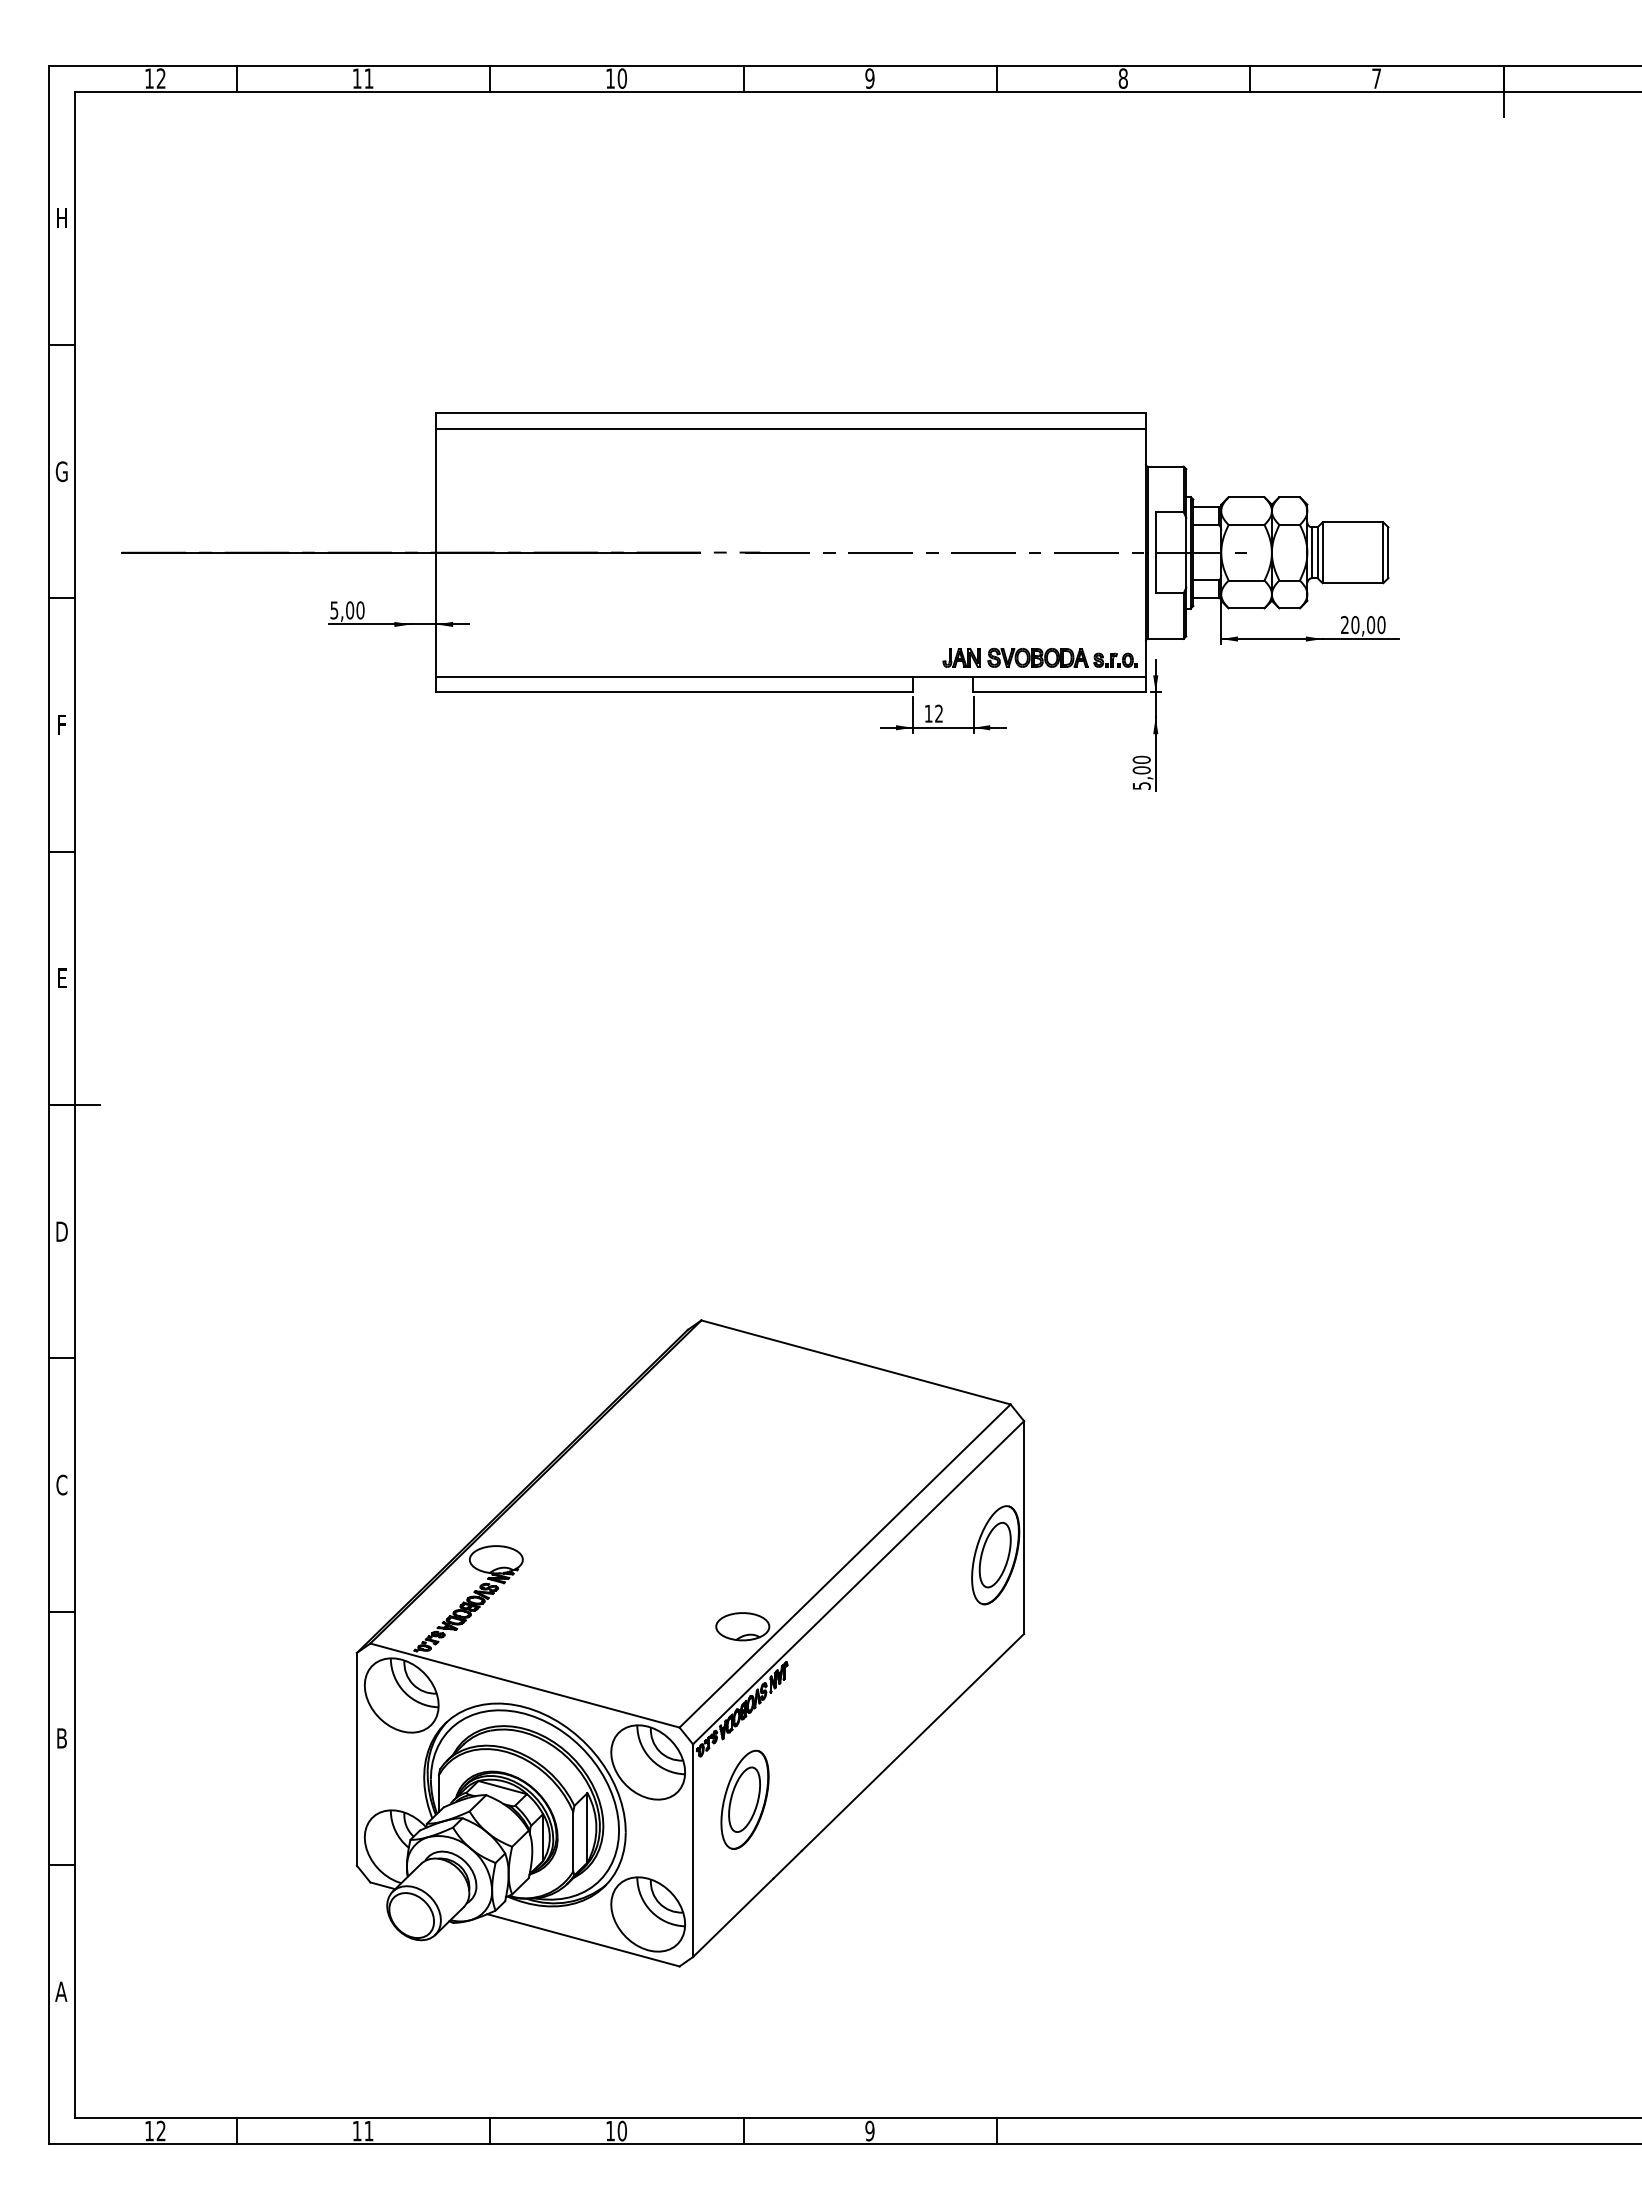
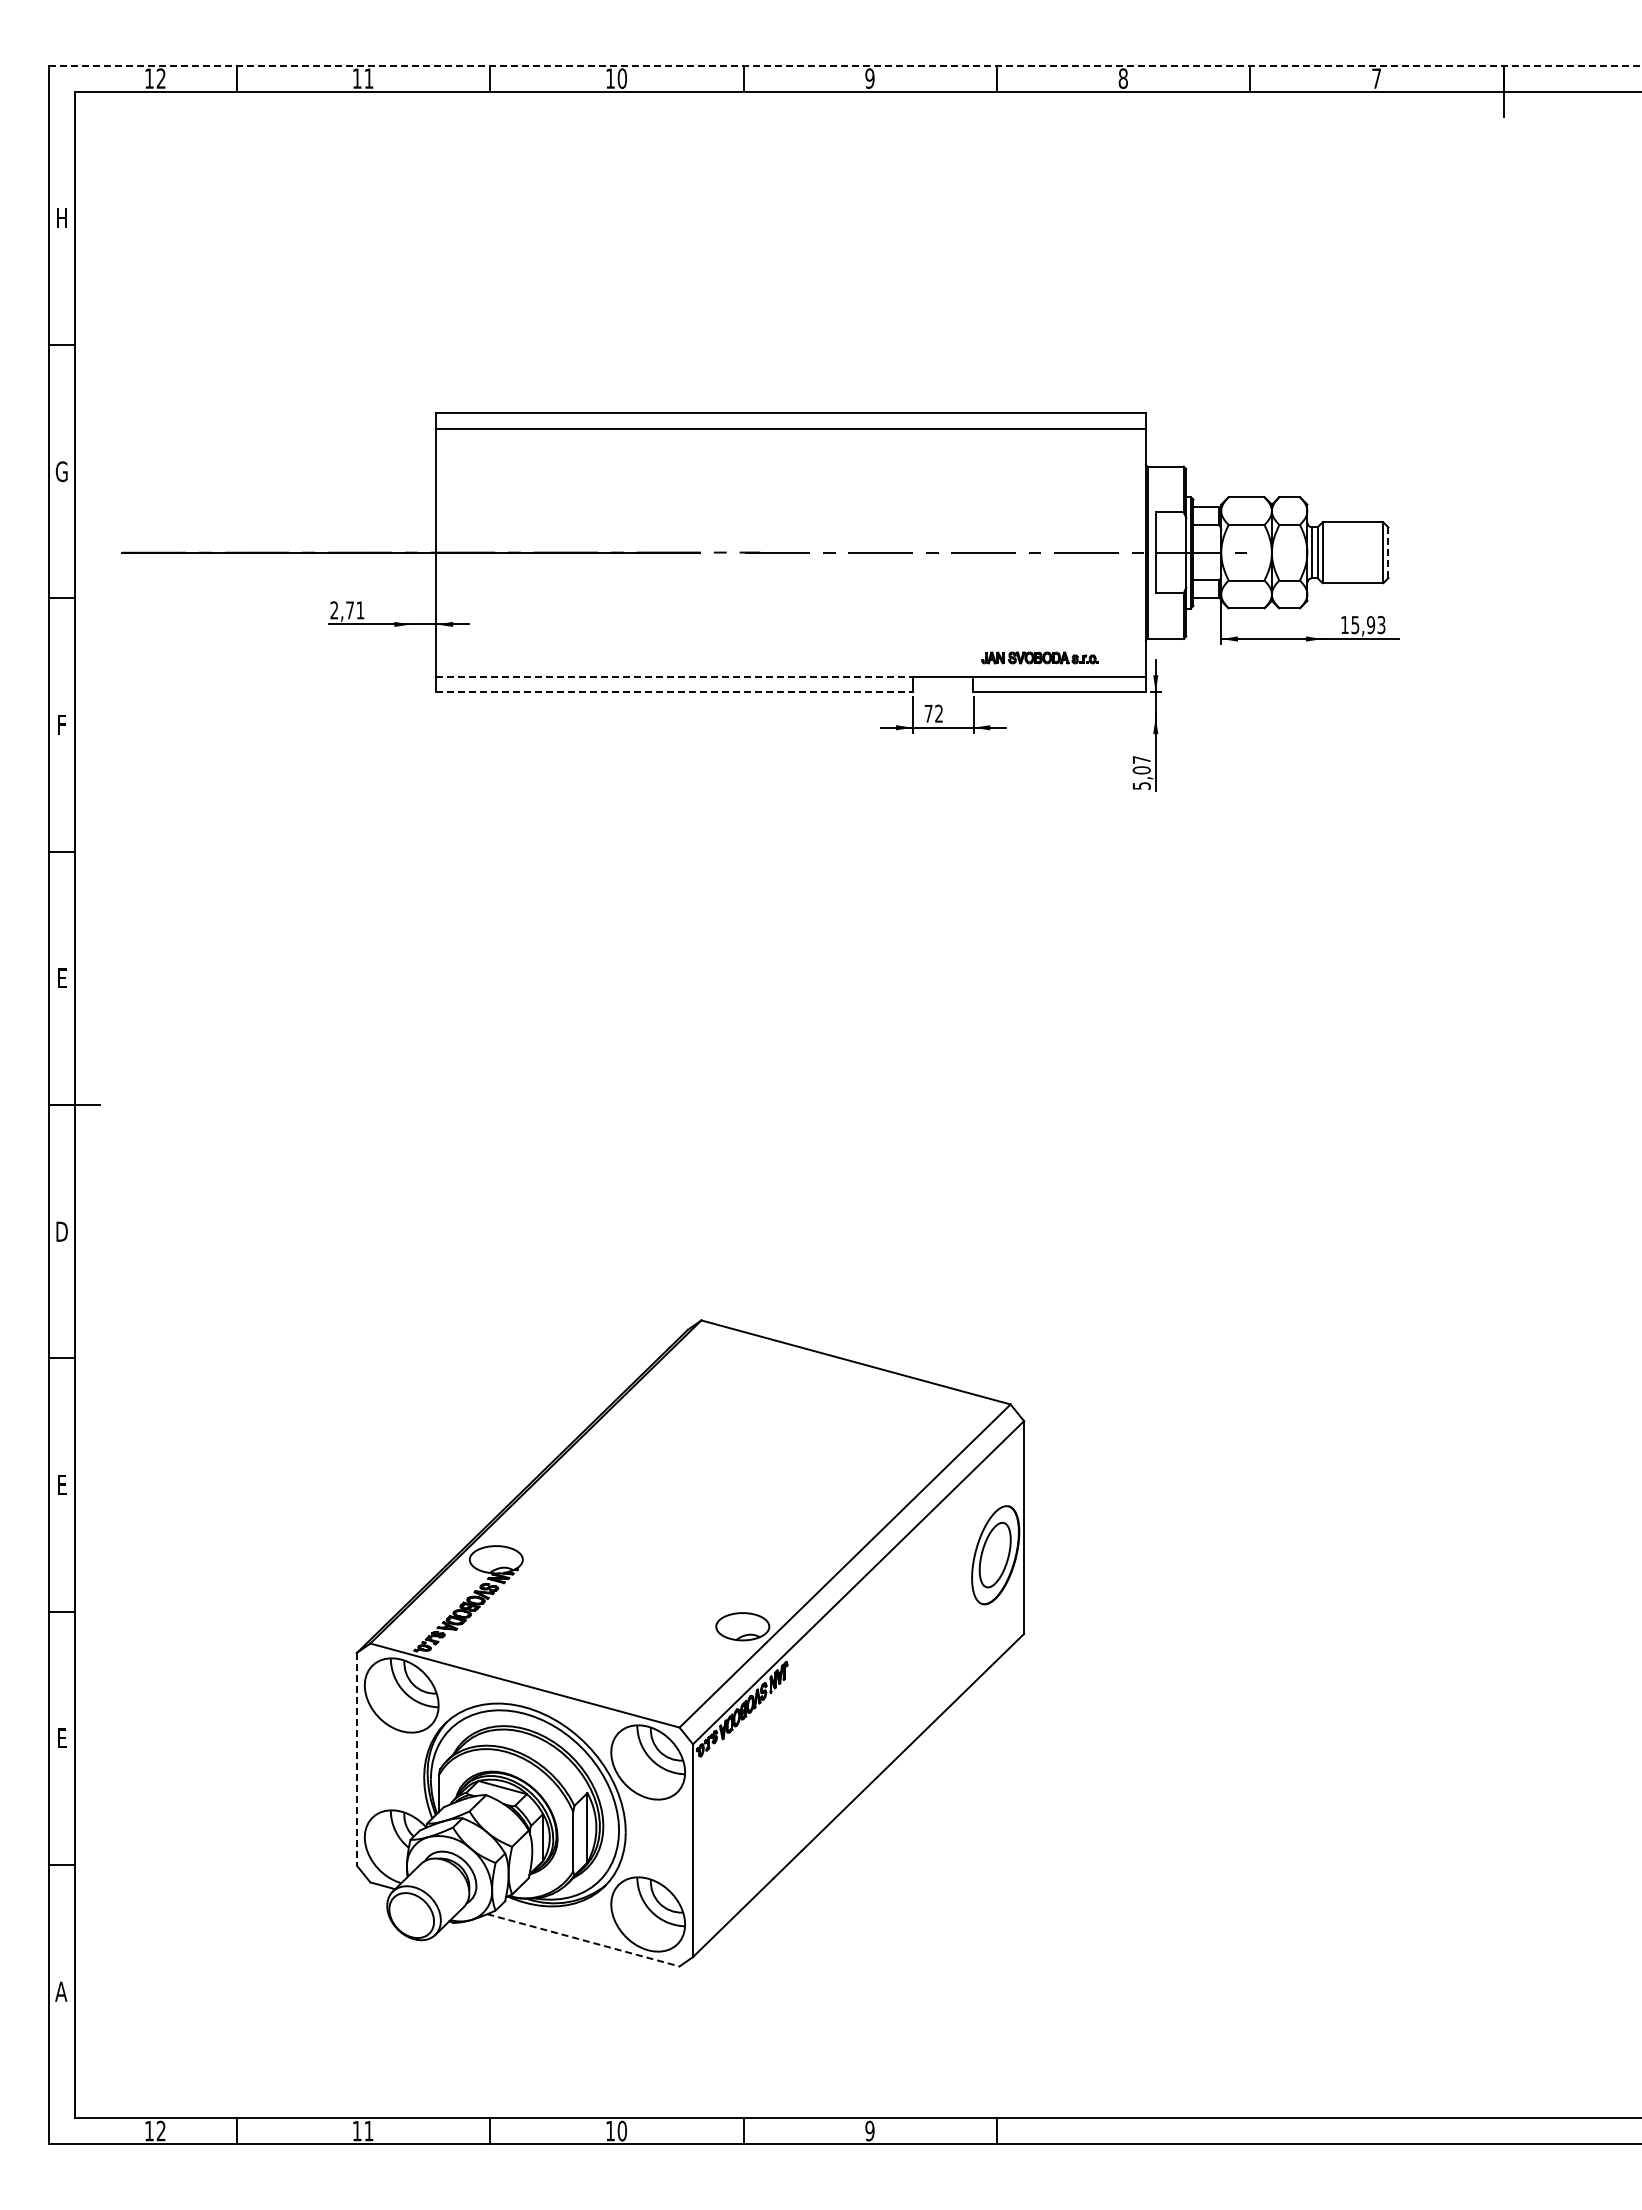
line at (845, 66): solid -> dashed
line at (1388, 553): solid -> dashed
text at (347, 610): 5,00 -> 2,71
text at (1363, 624): 20,00 -> 15,93
part at (1039, 657) size: 196x20 px -> 118x14 px
line at (675, 676): solid -> dashed
line at (675, 692): solid -> dashed
text at (928, 713): 12 -> 72
text at (1141, 759): 5,00 -> 5,07
text at (61, 1484): C -> E
text at (61, 1738): B -> E
line at (356, 1759): solid -> dashed
part at (744, 1799): present -> none
line at (583, 1940): solid -> dashed
